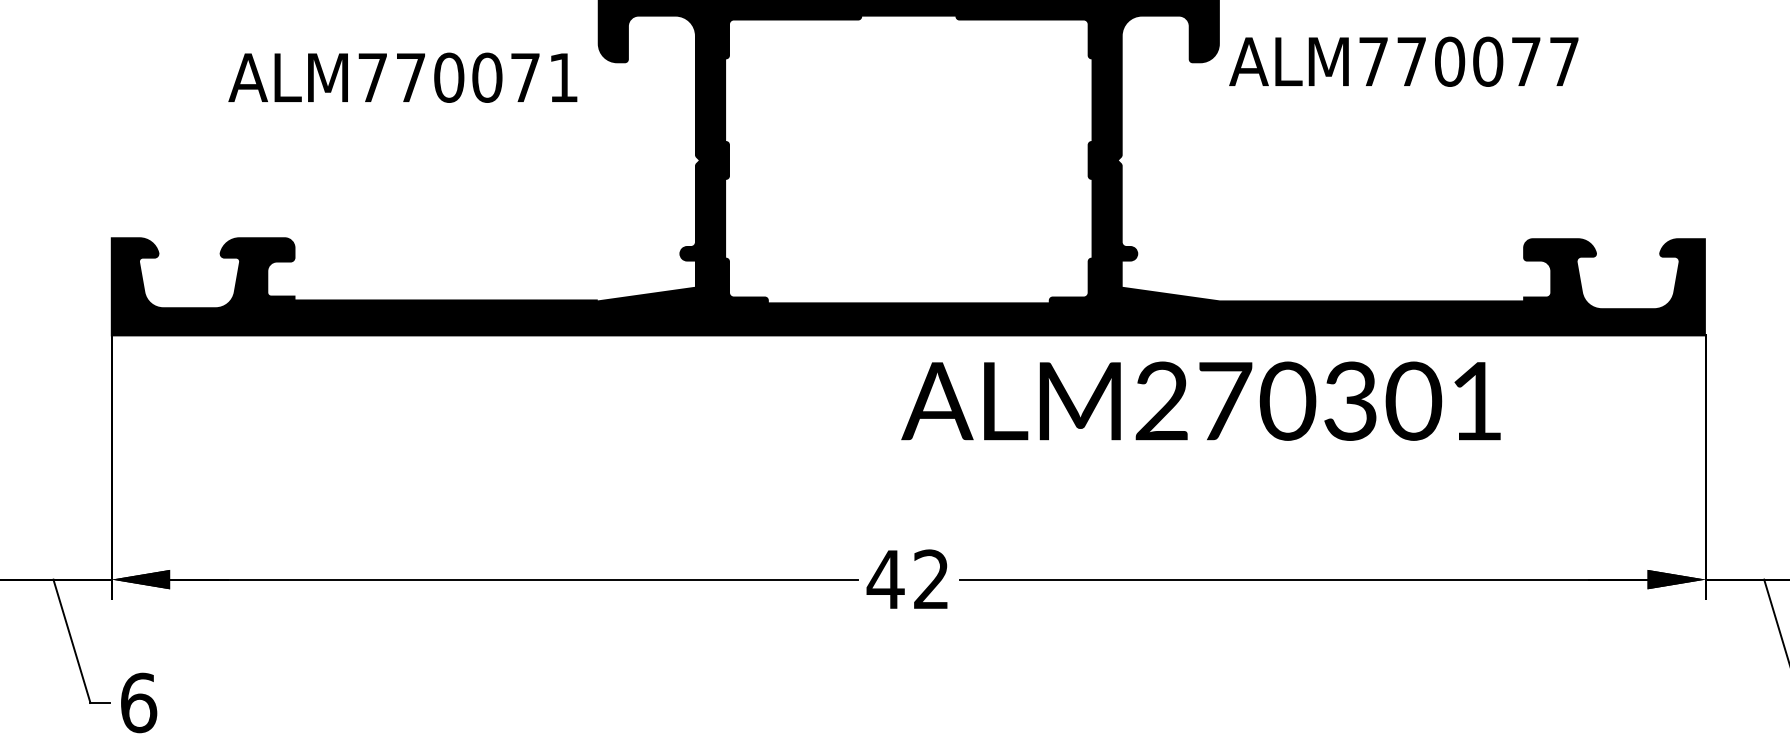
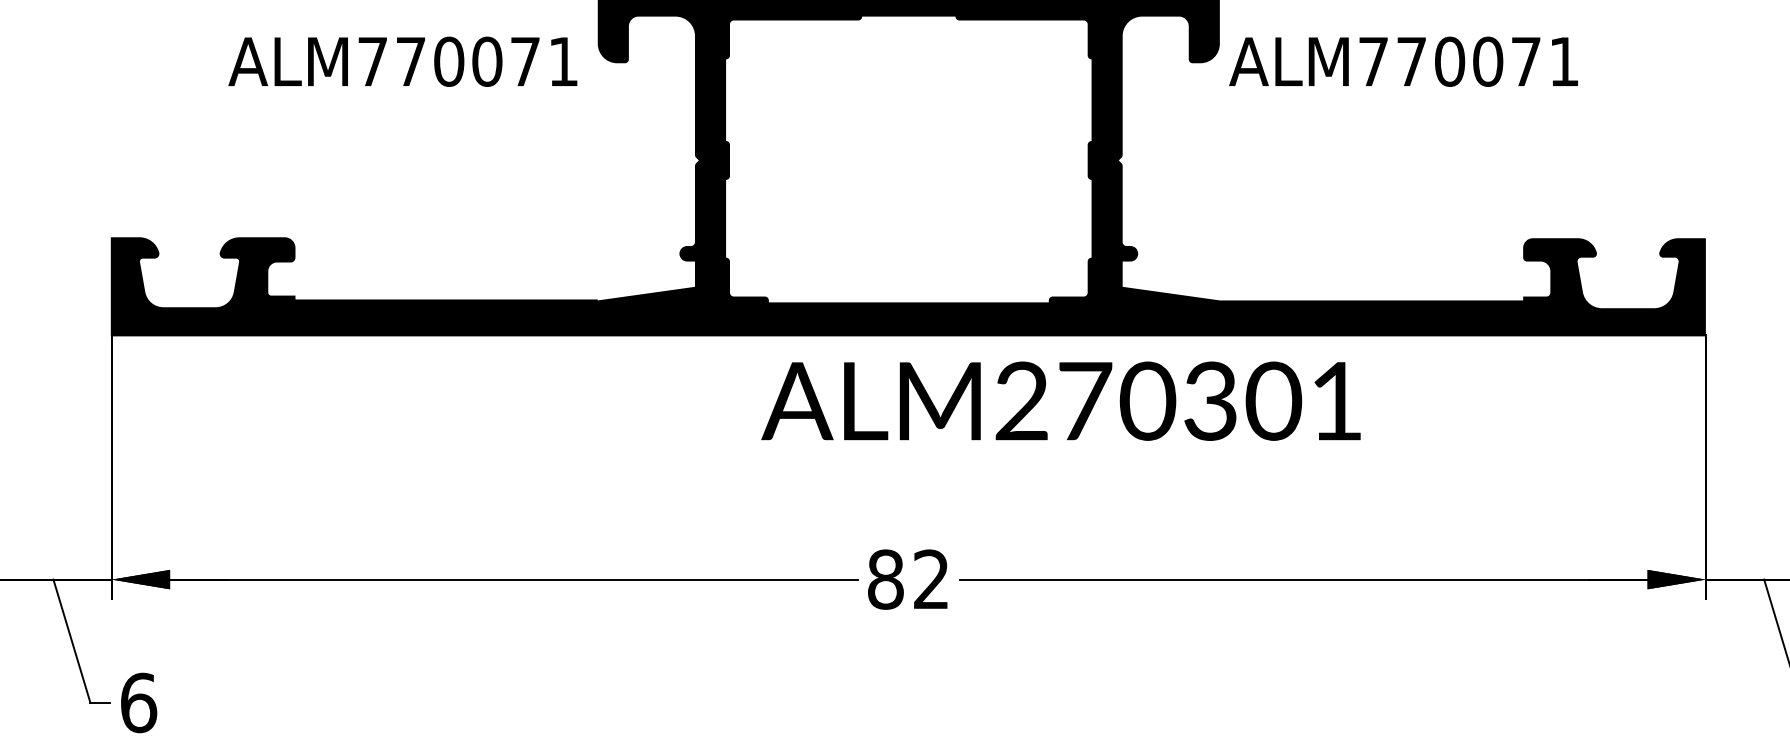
text at (1564, 61): ALM770077 -> ALM770071
text at (402, 77) position: (402, 77) -> (402, 61)
text at (1200, 400) position: (1200, 400) -> (1060, 400)
text at (885, 579): 42 -> 82
